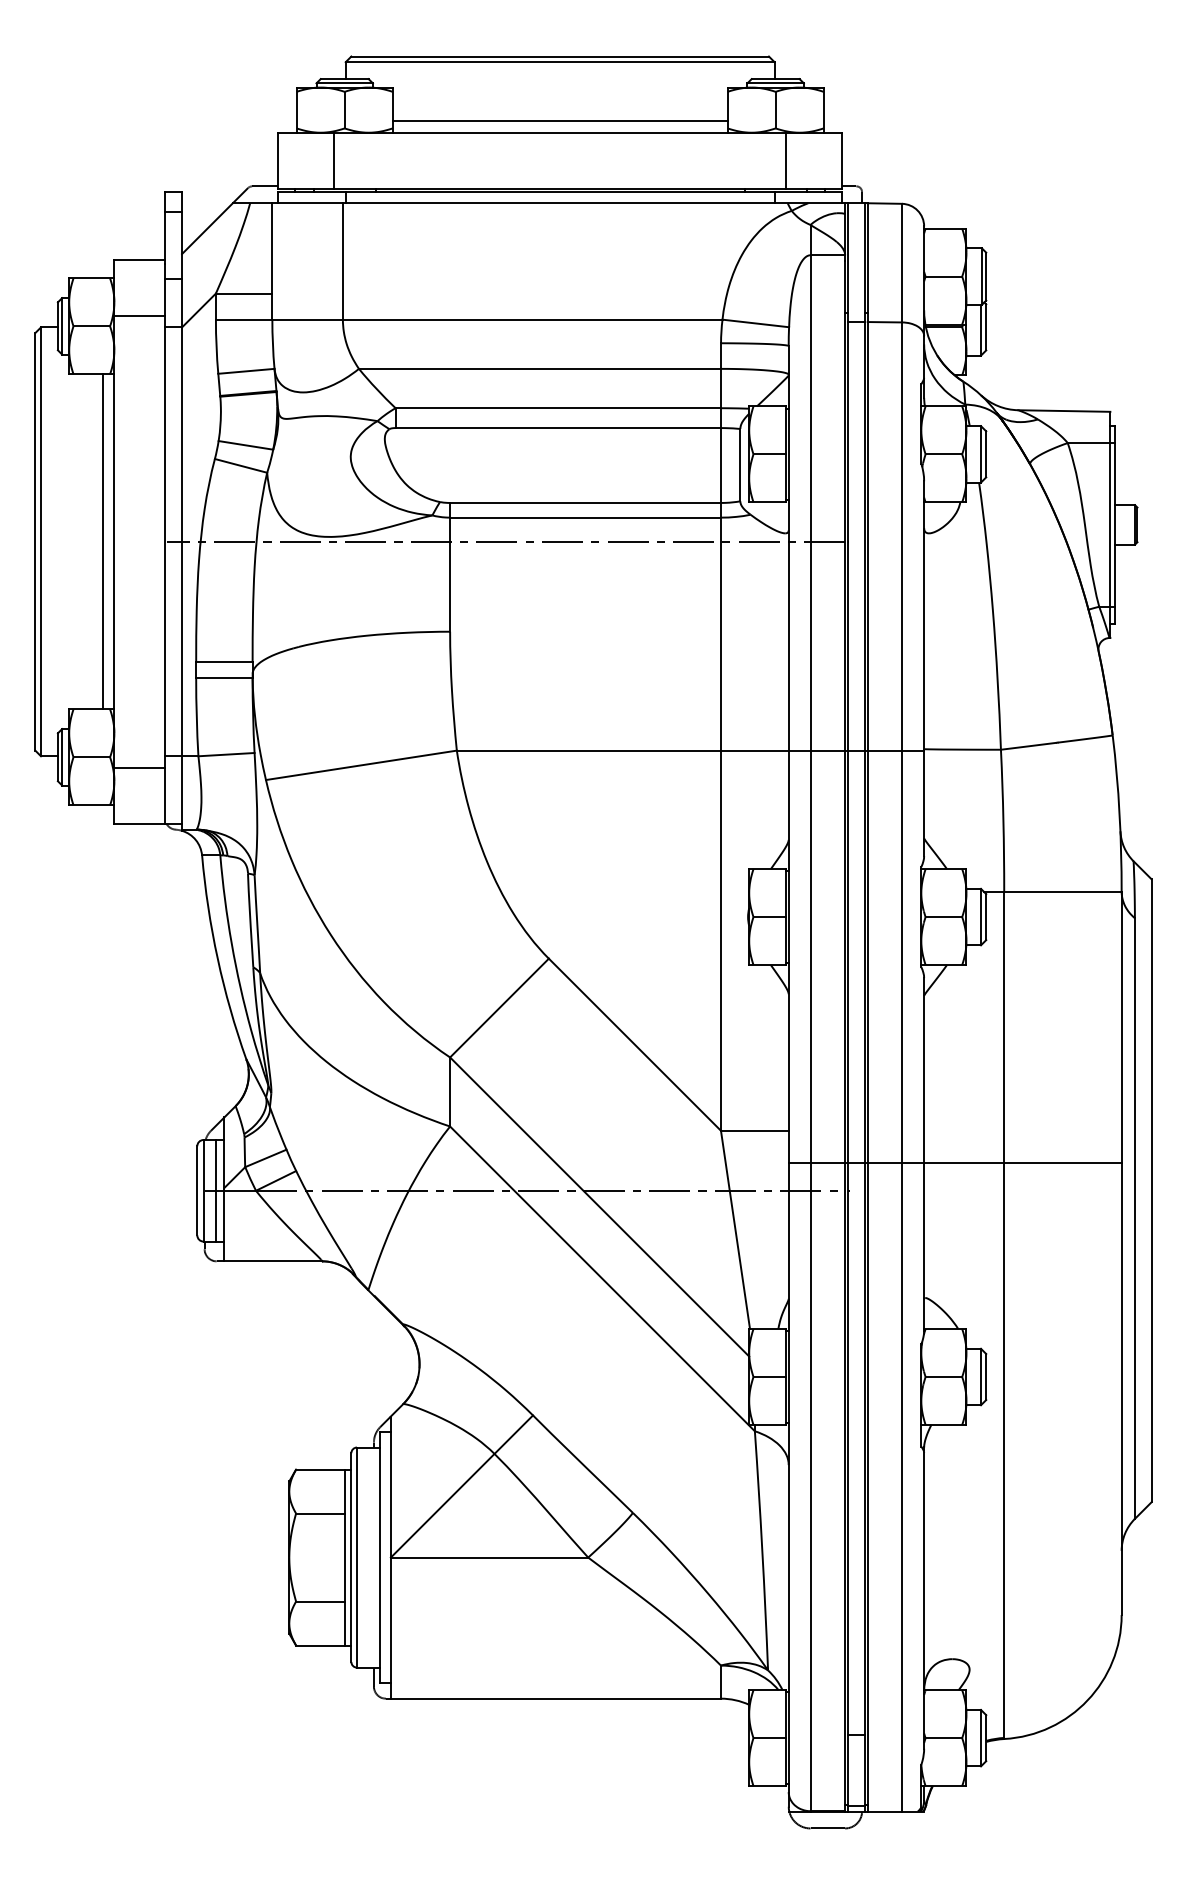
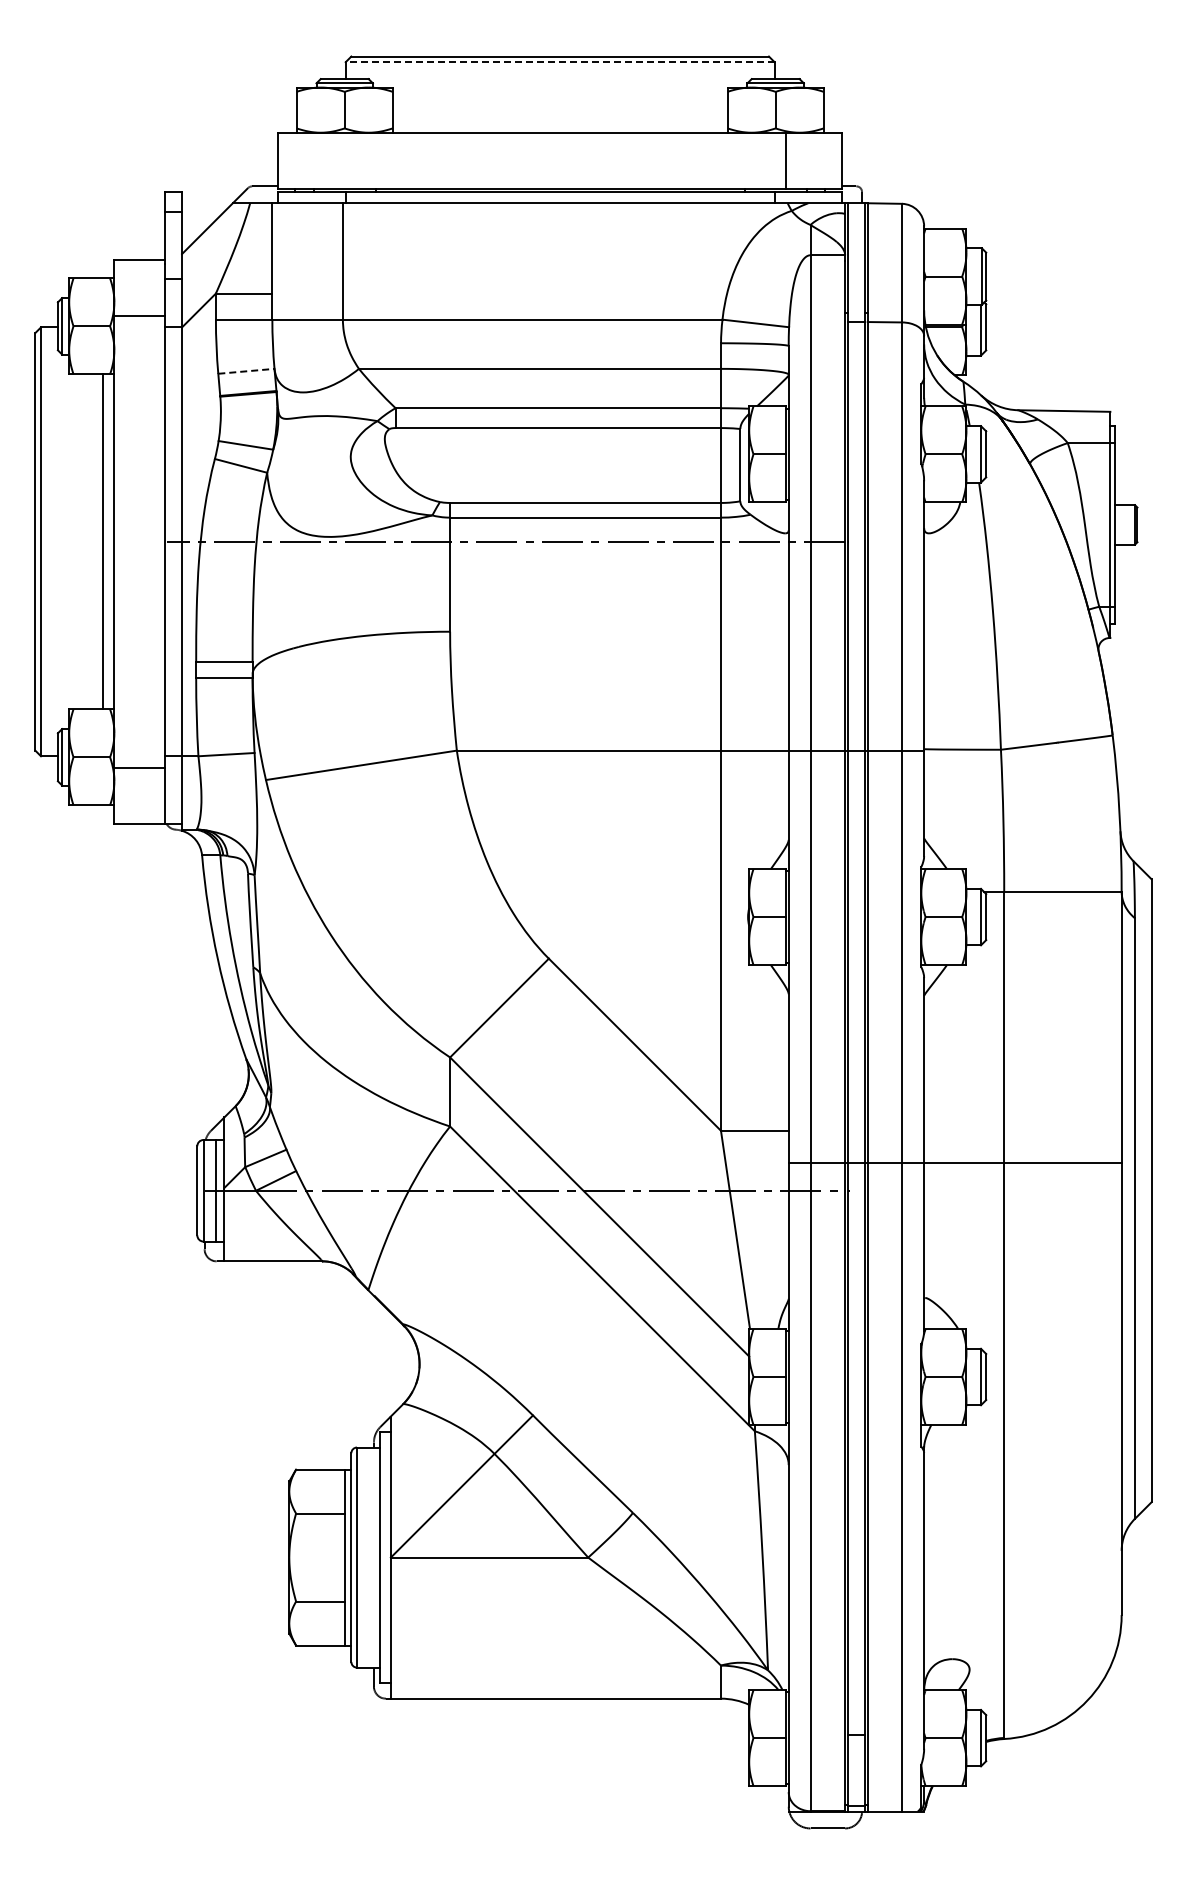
line at (559, 62): solid -> dashed
line at (559, 121): present -> none
line at (334, 160): present -> none
line at (246, 371): solid -> dashed
